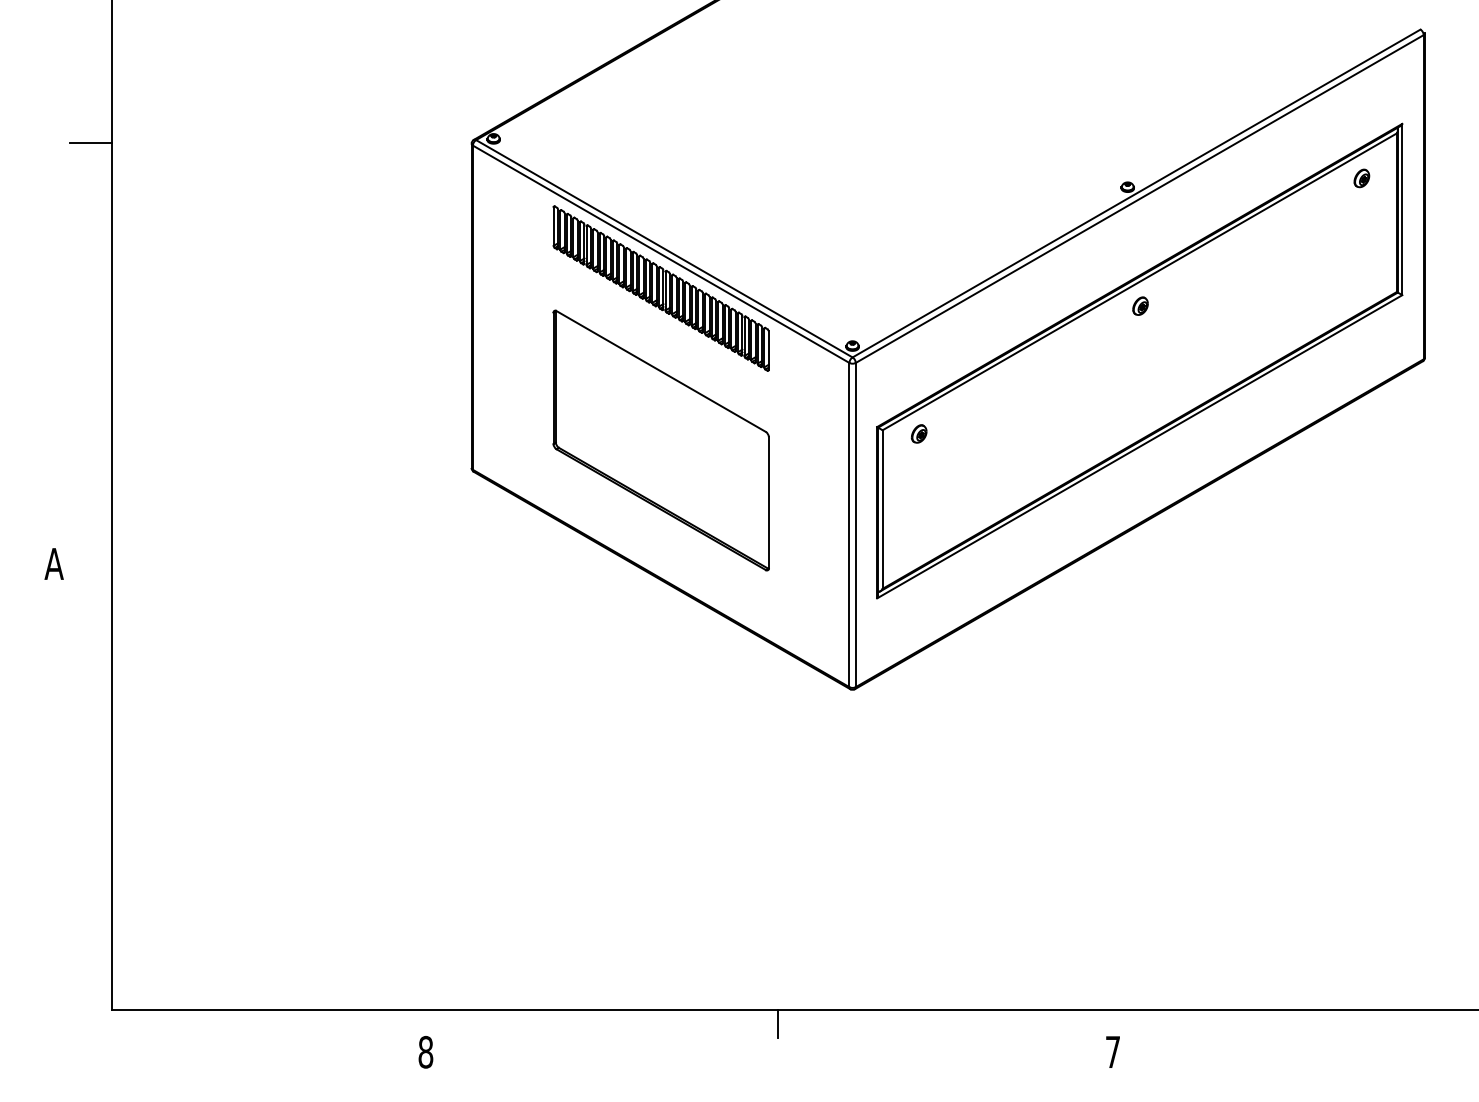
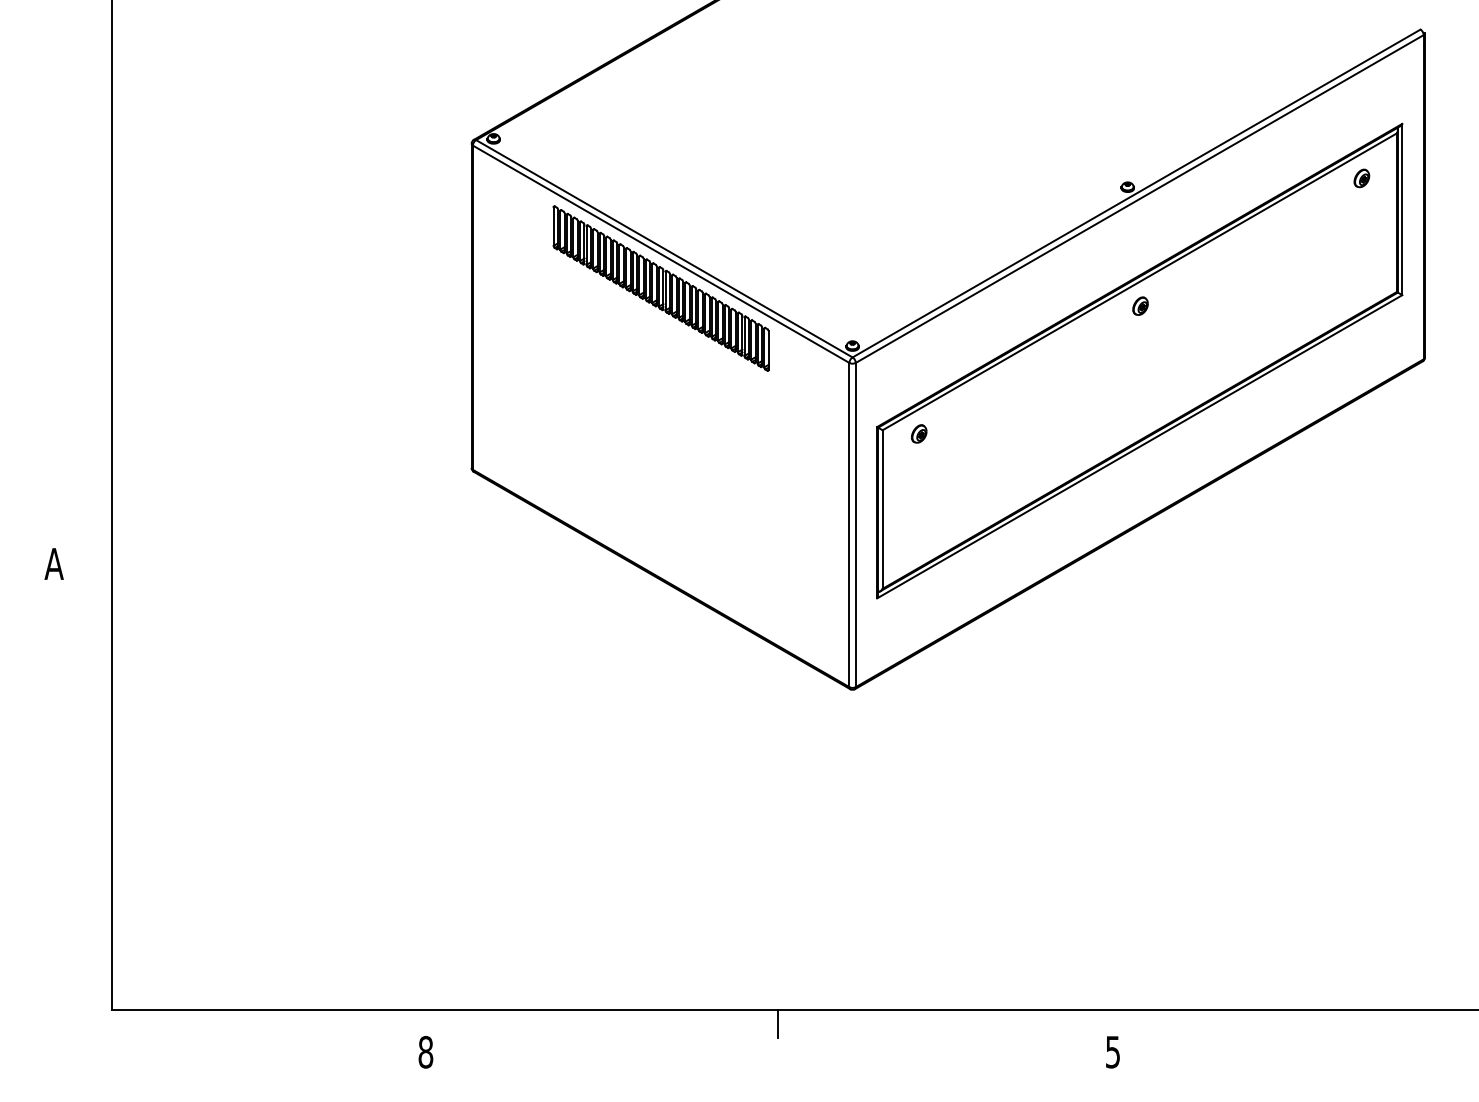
line at (90, 142): present -> none
part at (660, 440): present -> none
text at (1112, 1052): 7 -> 5
